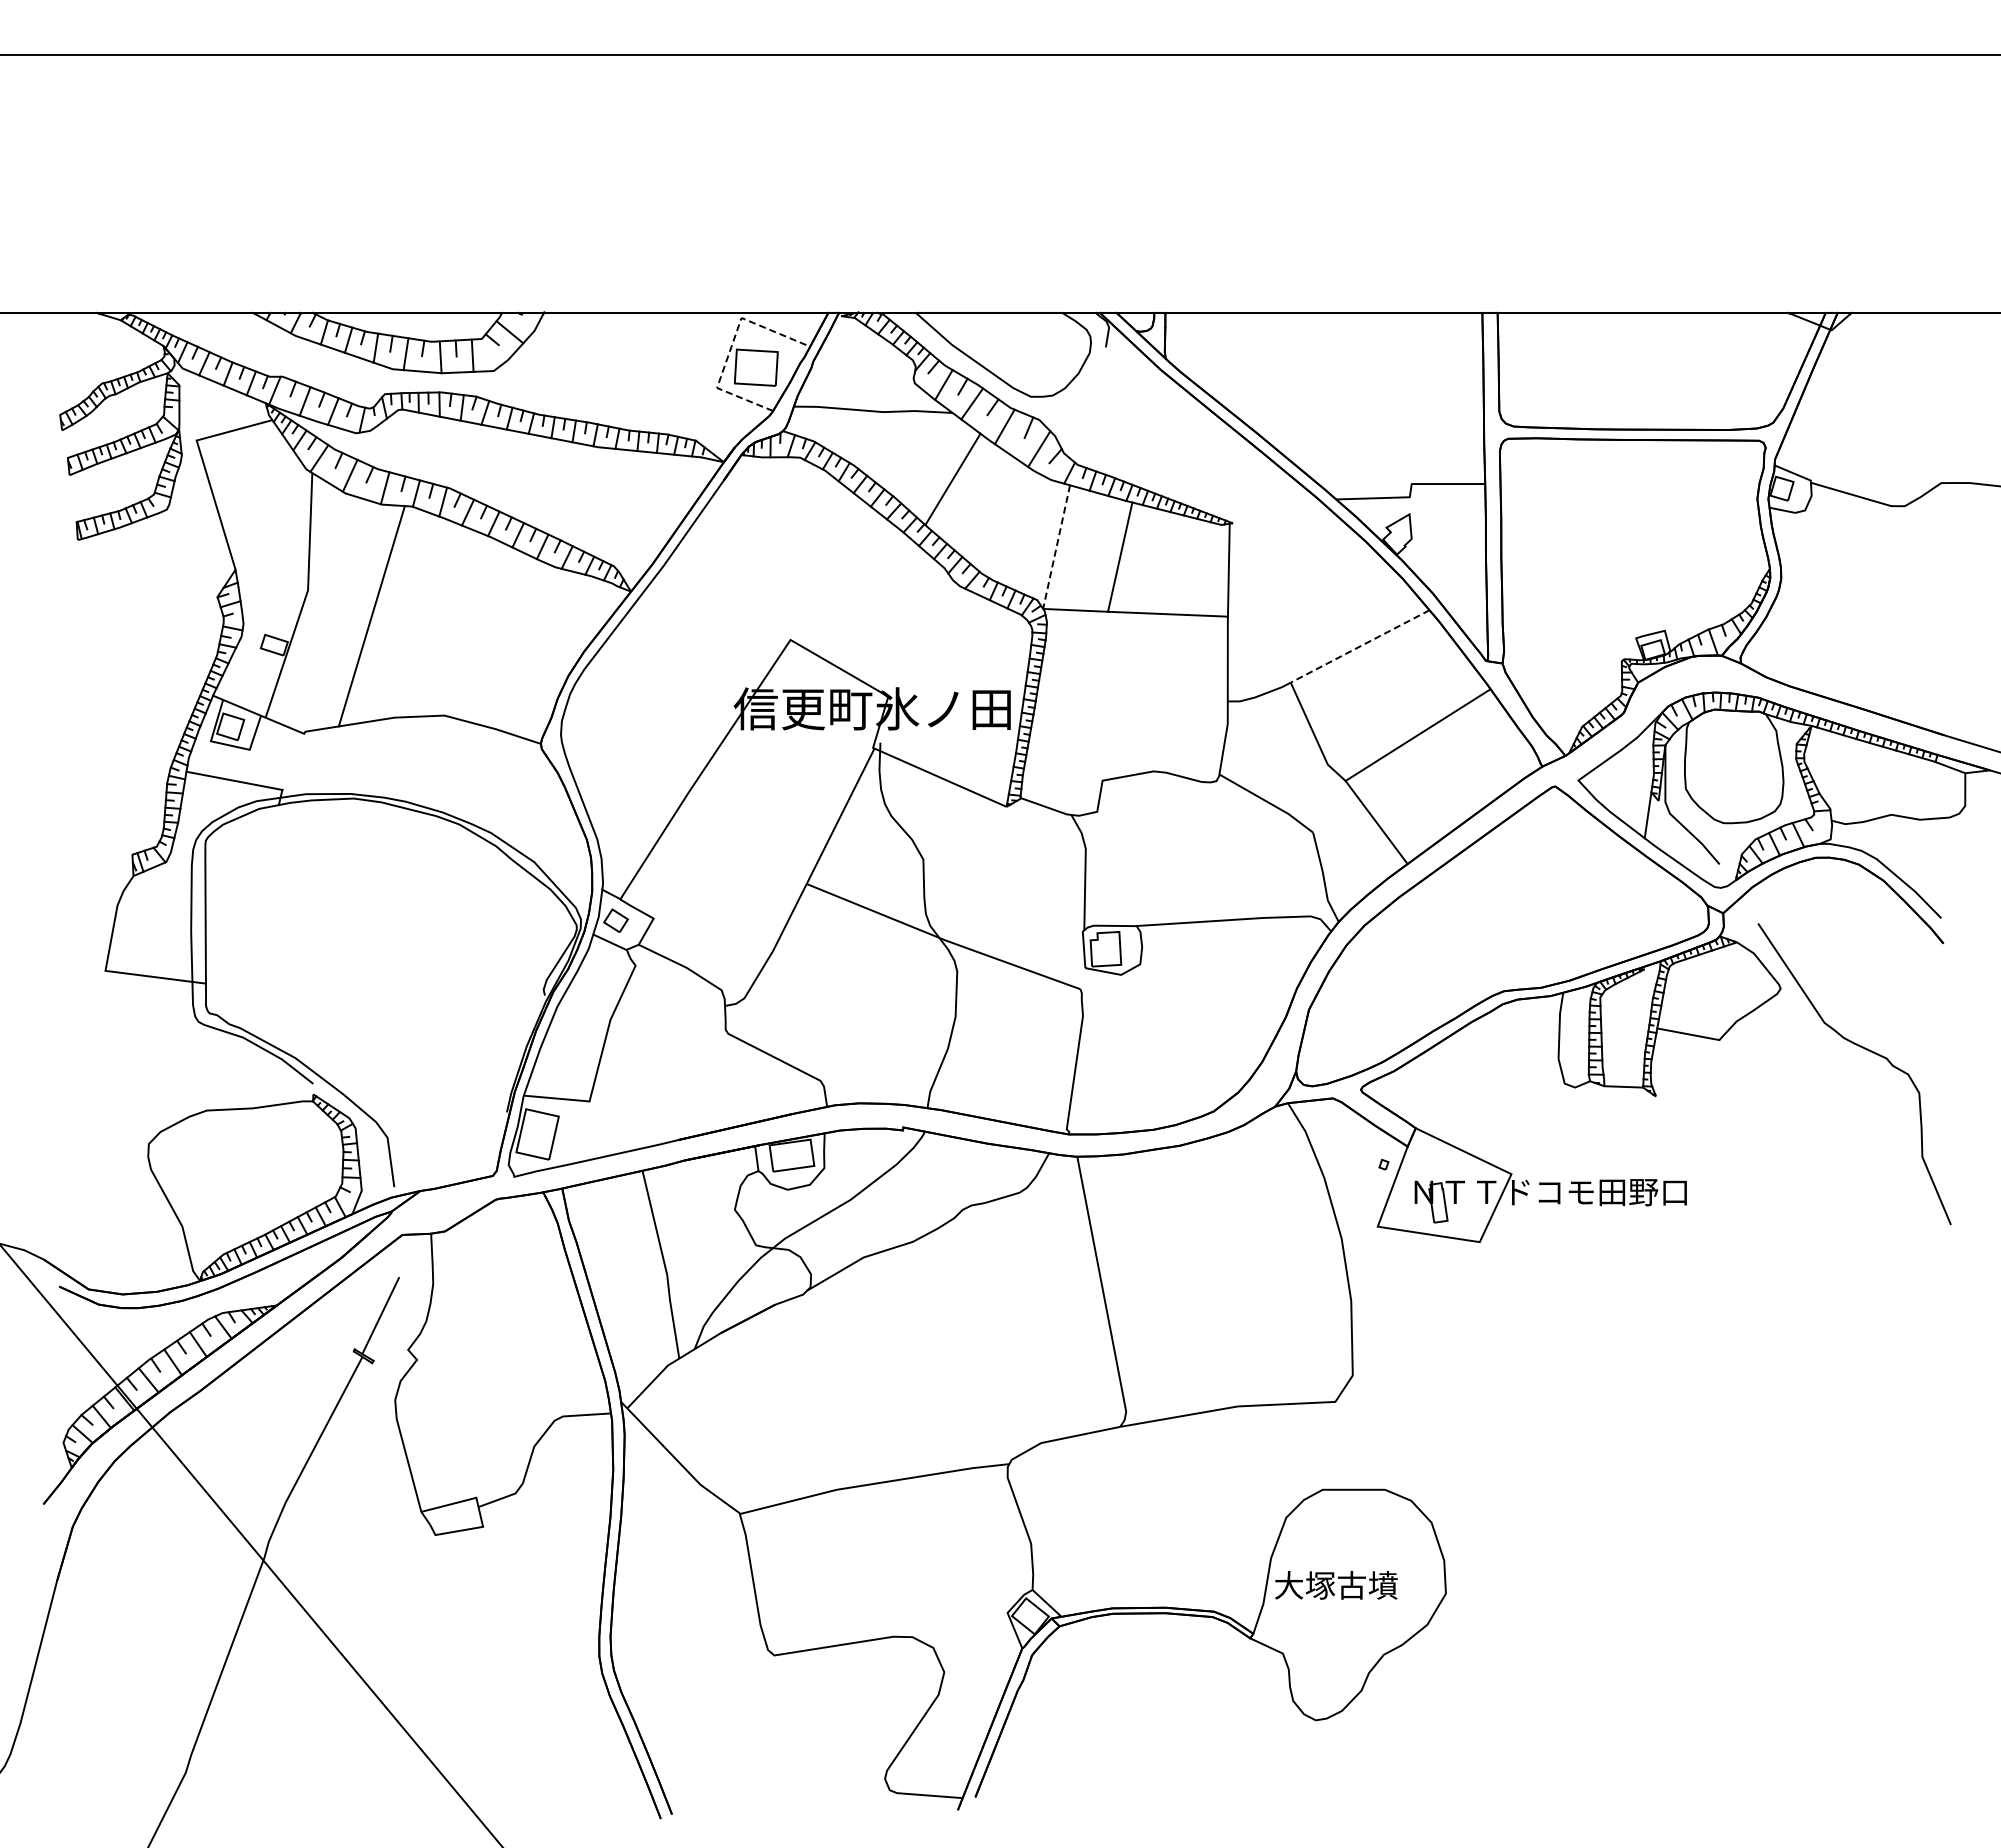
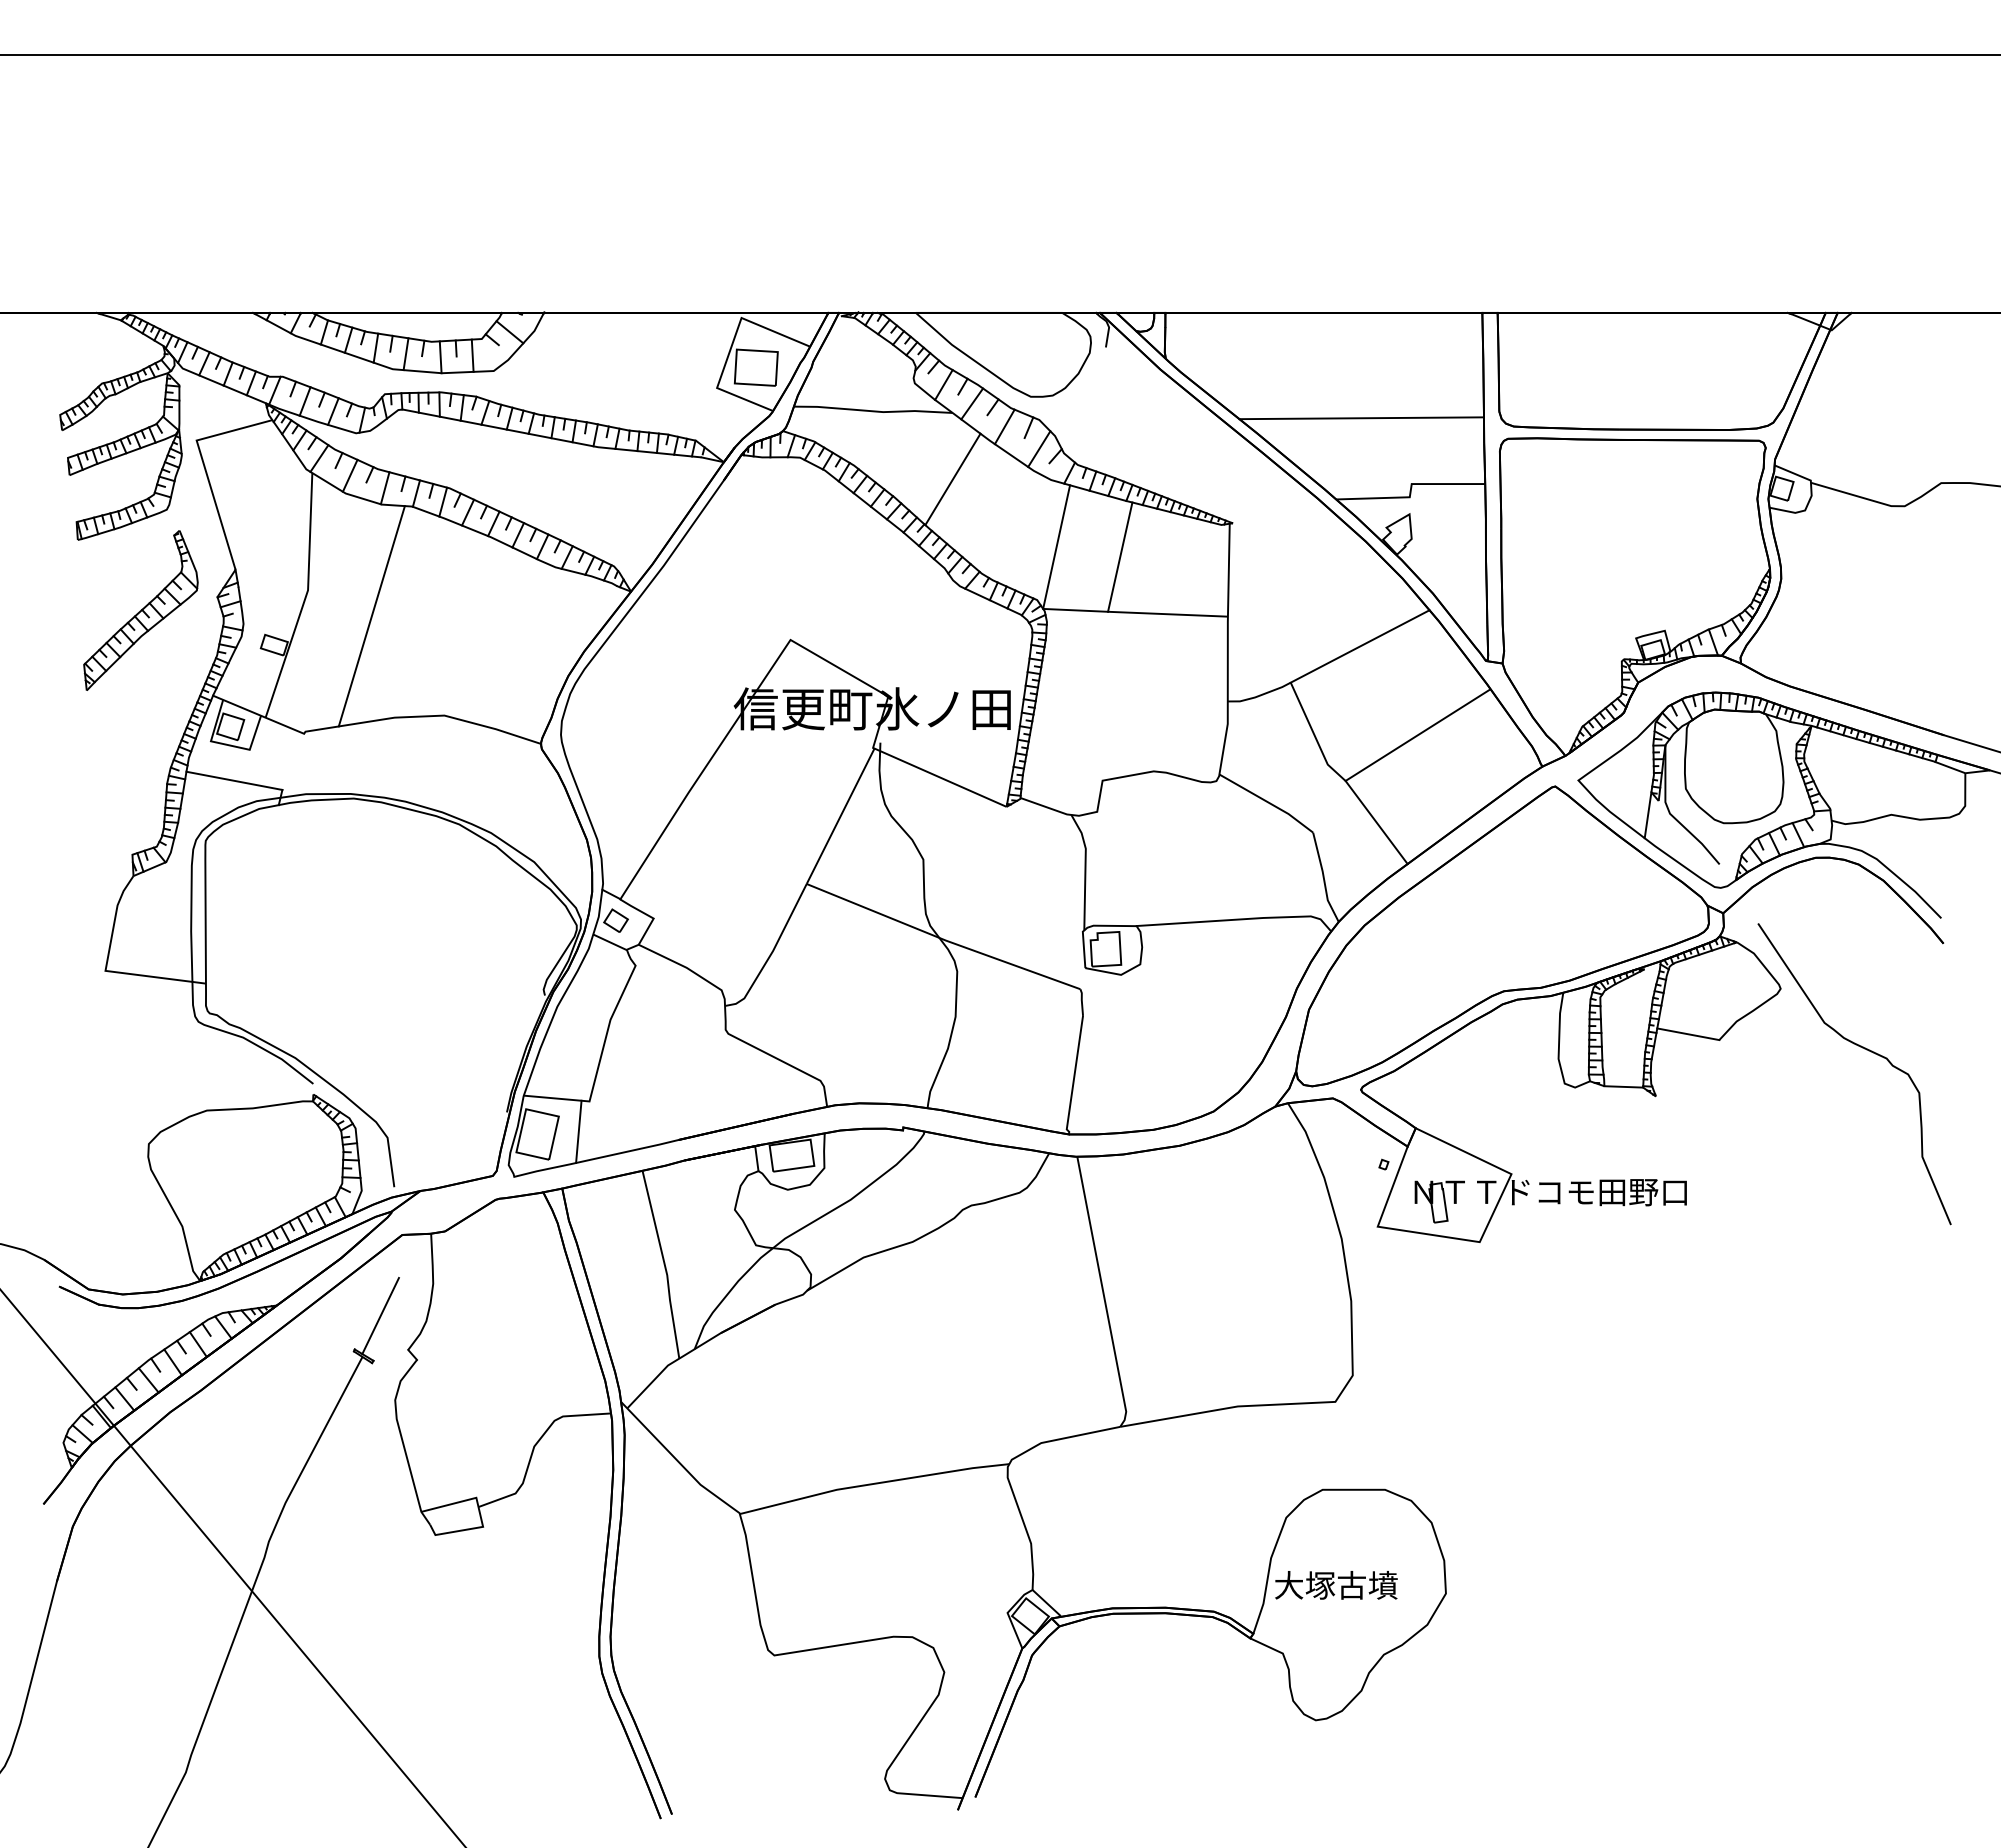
line at (731, 346): dashed -> solid
line at (1361, 418): none -> present
line at (1056, 547): dashed -> solid
part at (140, 610): none -> present
line at (1359, 646): dashed -> solid
line at (578, 1131): none -> present
line at (251, 1545) position: (251, 1545) -> (232, 1567)
